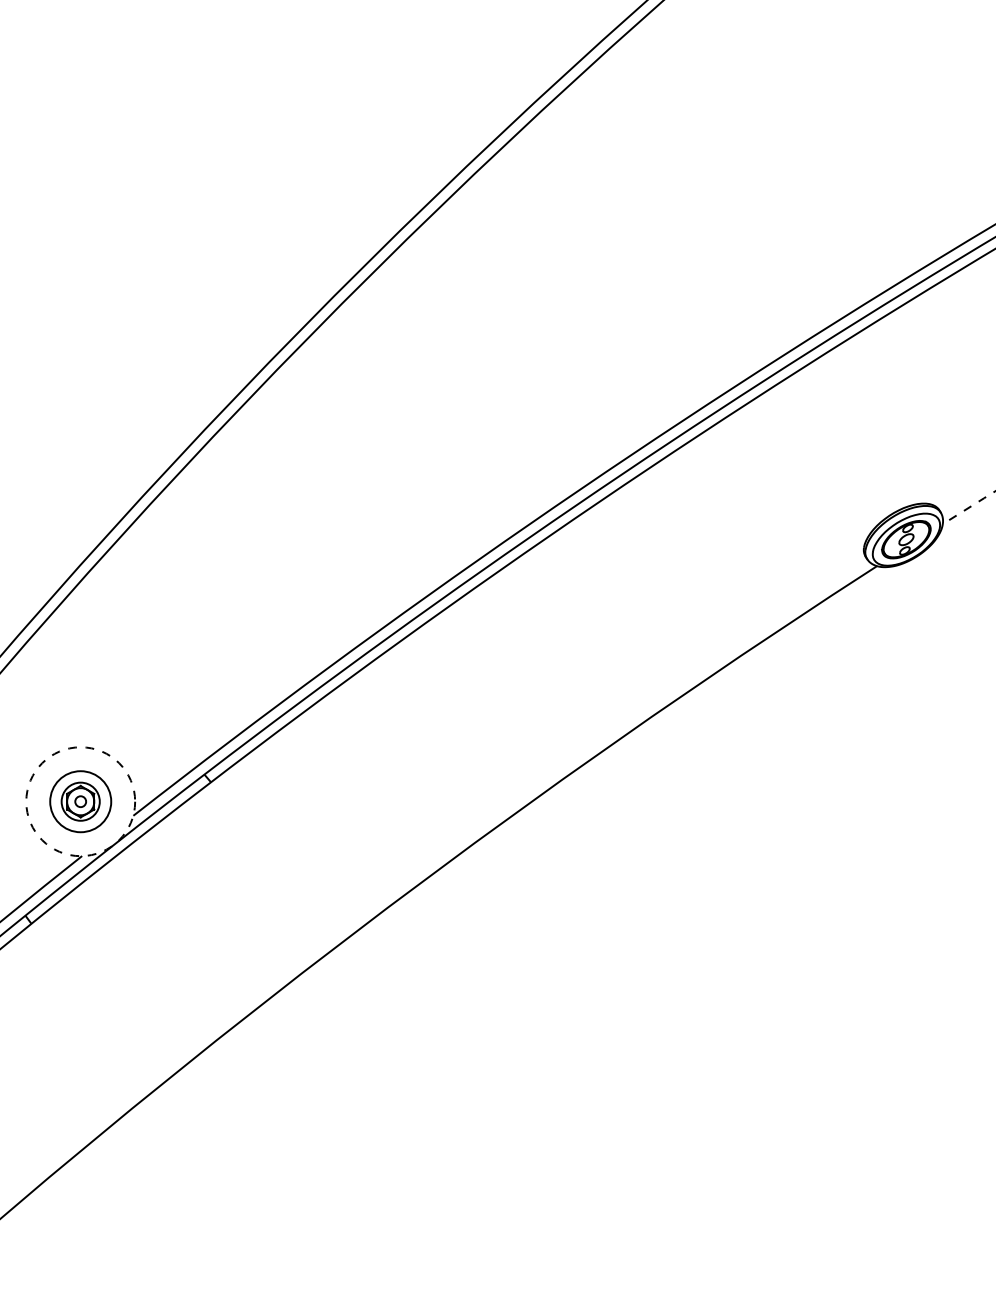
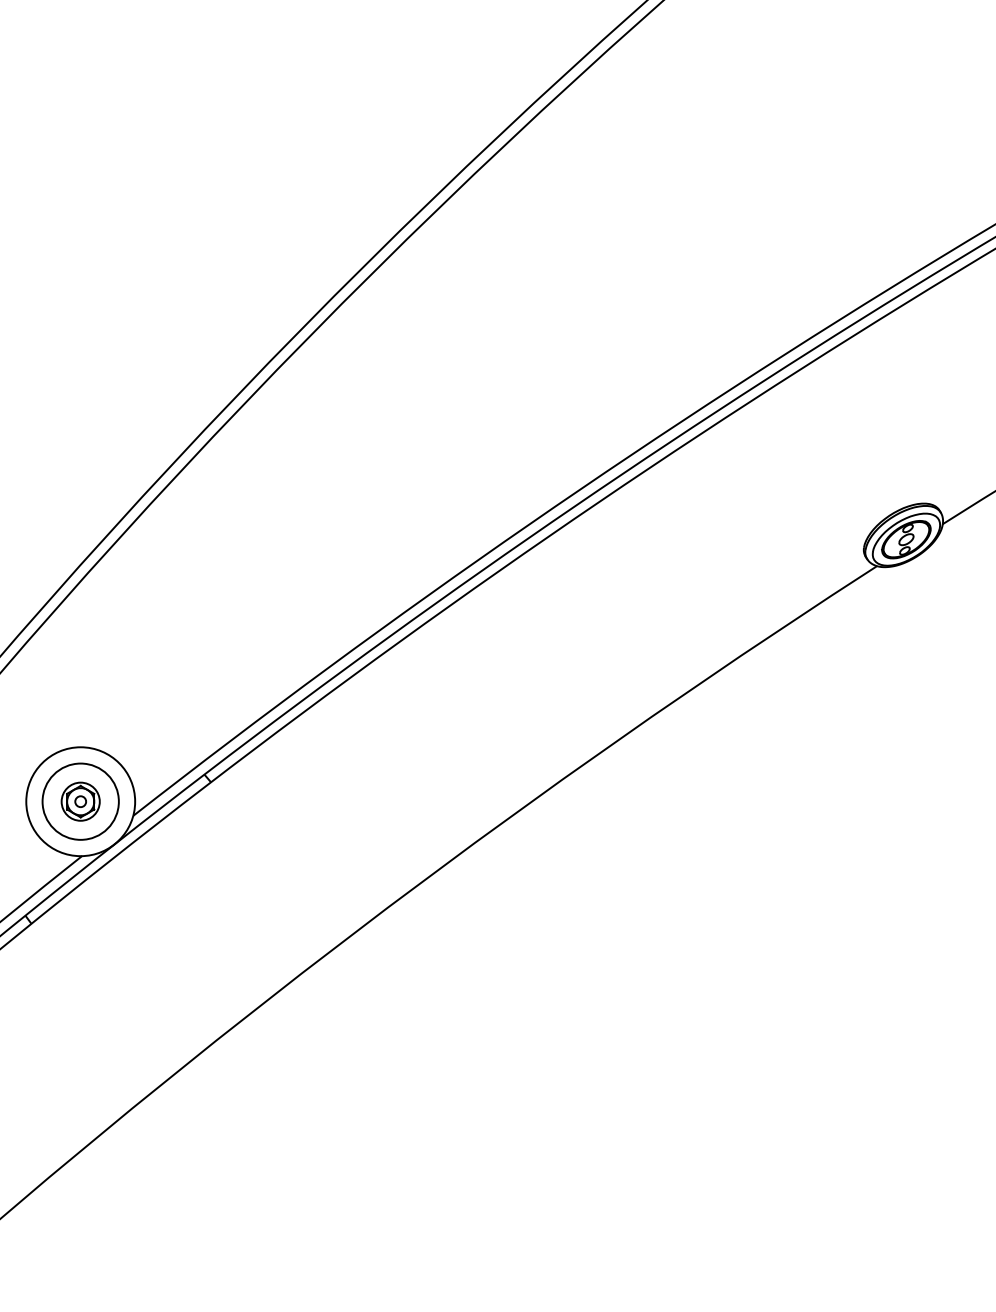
arc at (968, 507): dashed -> solid
circle at (80, 801) diameter: 61 px -> 76 px
circle at (80, 801): dashed -> solid
